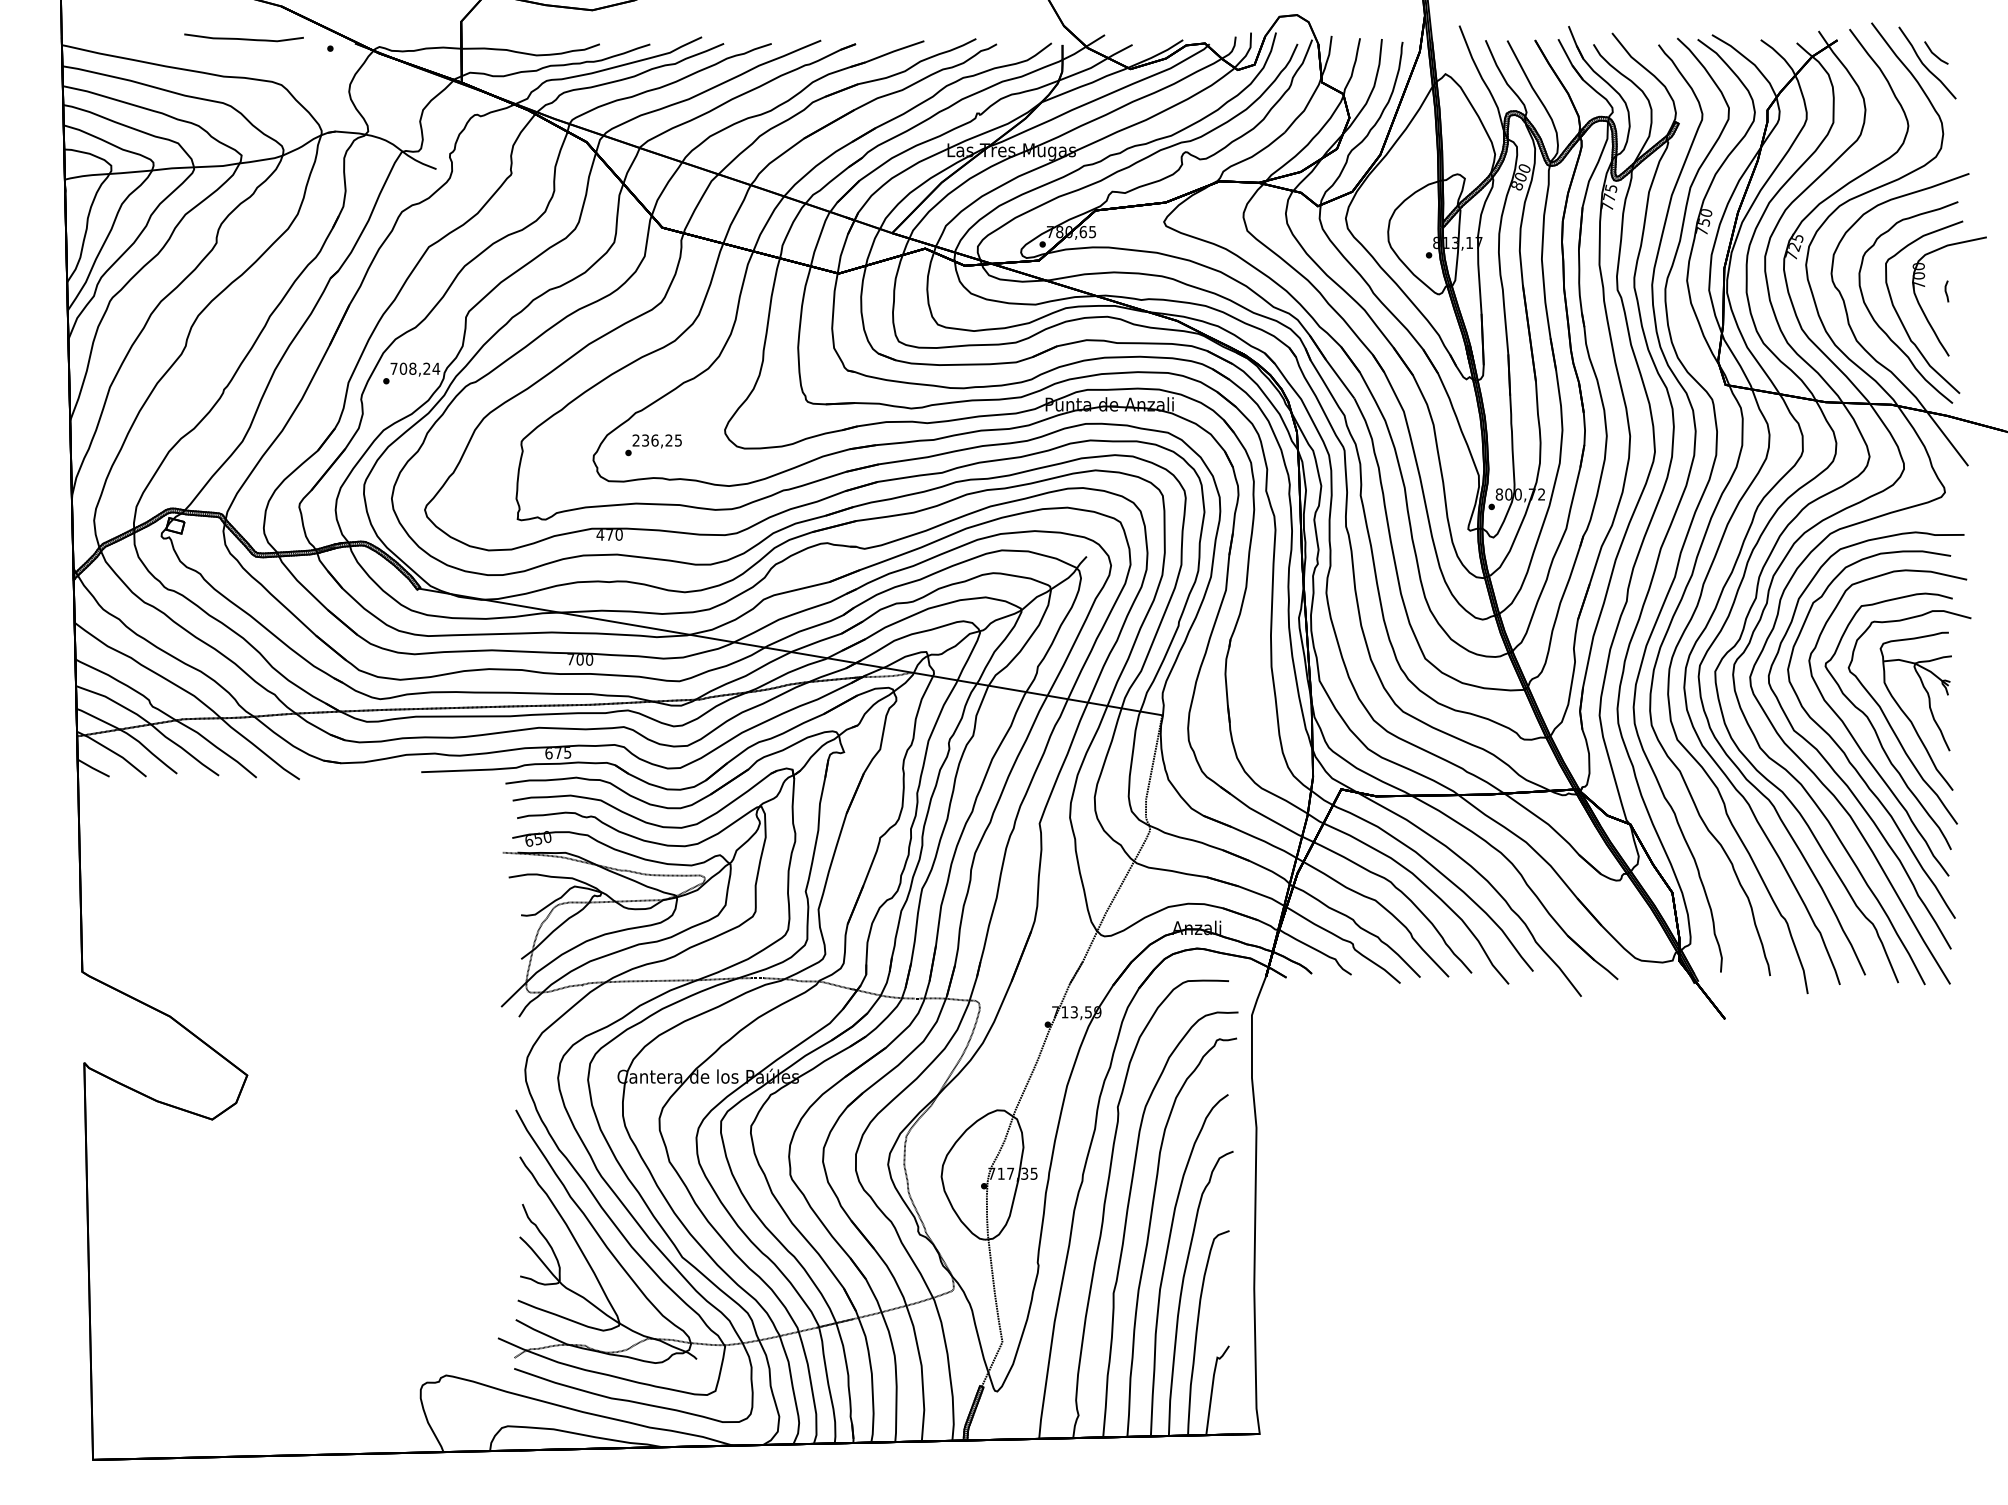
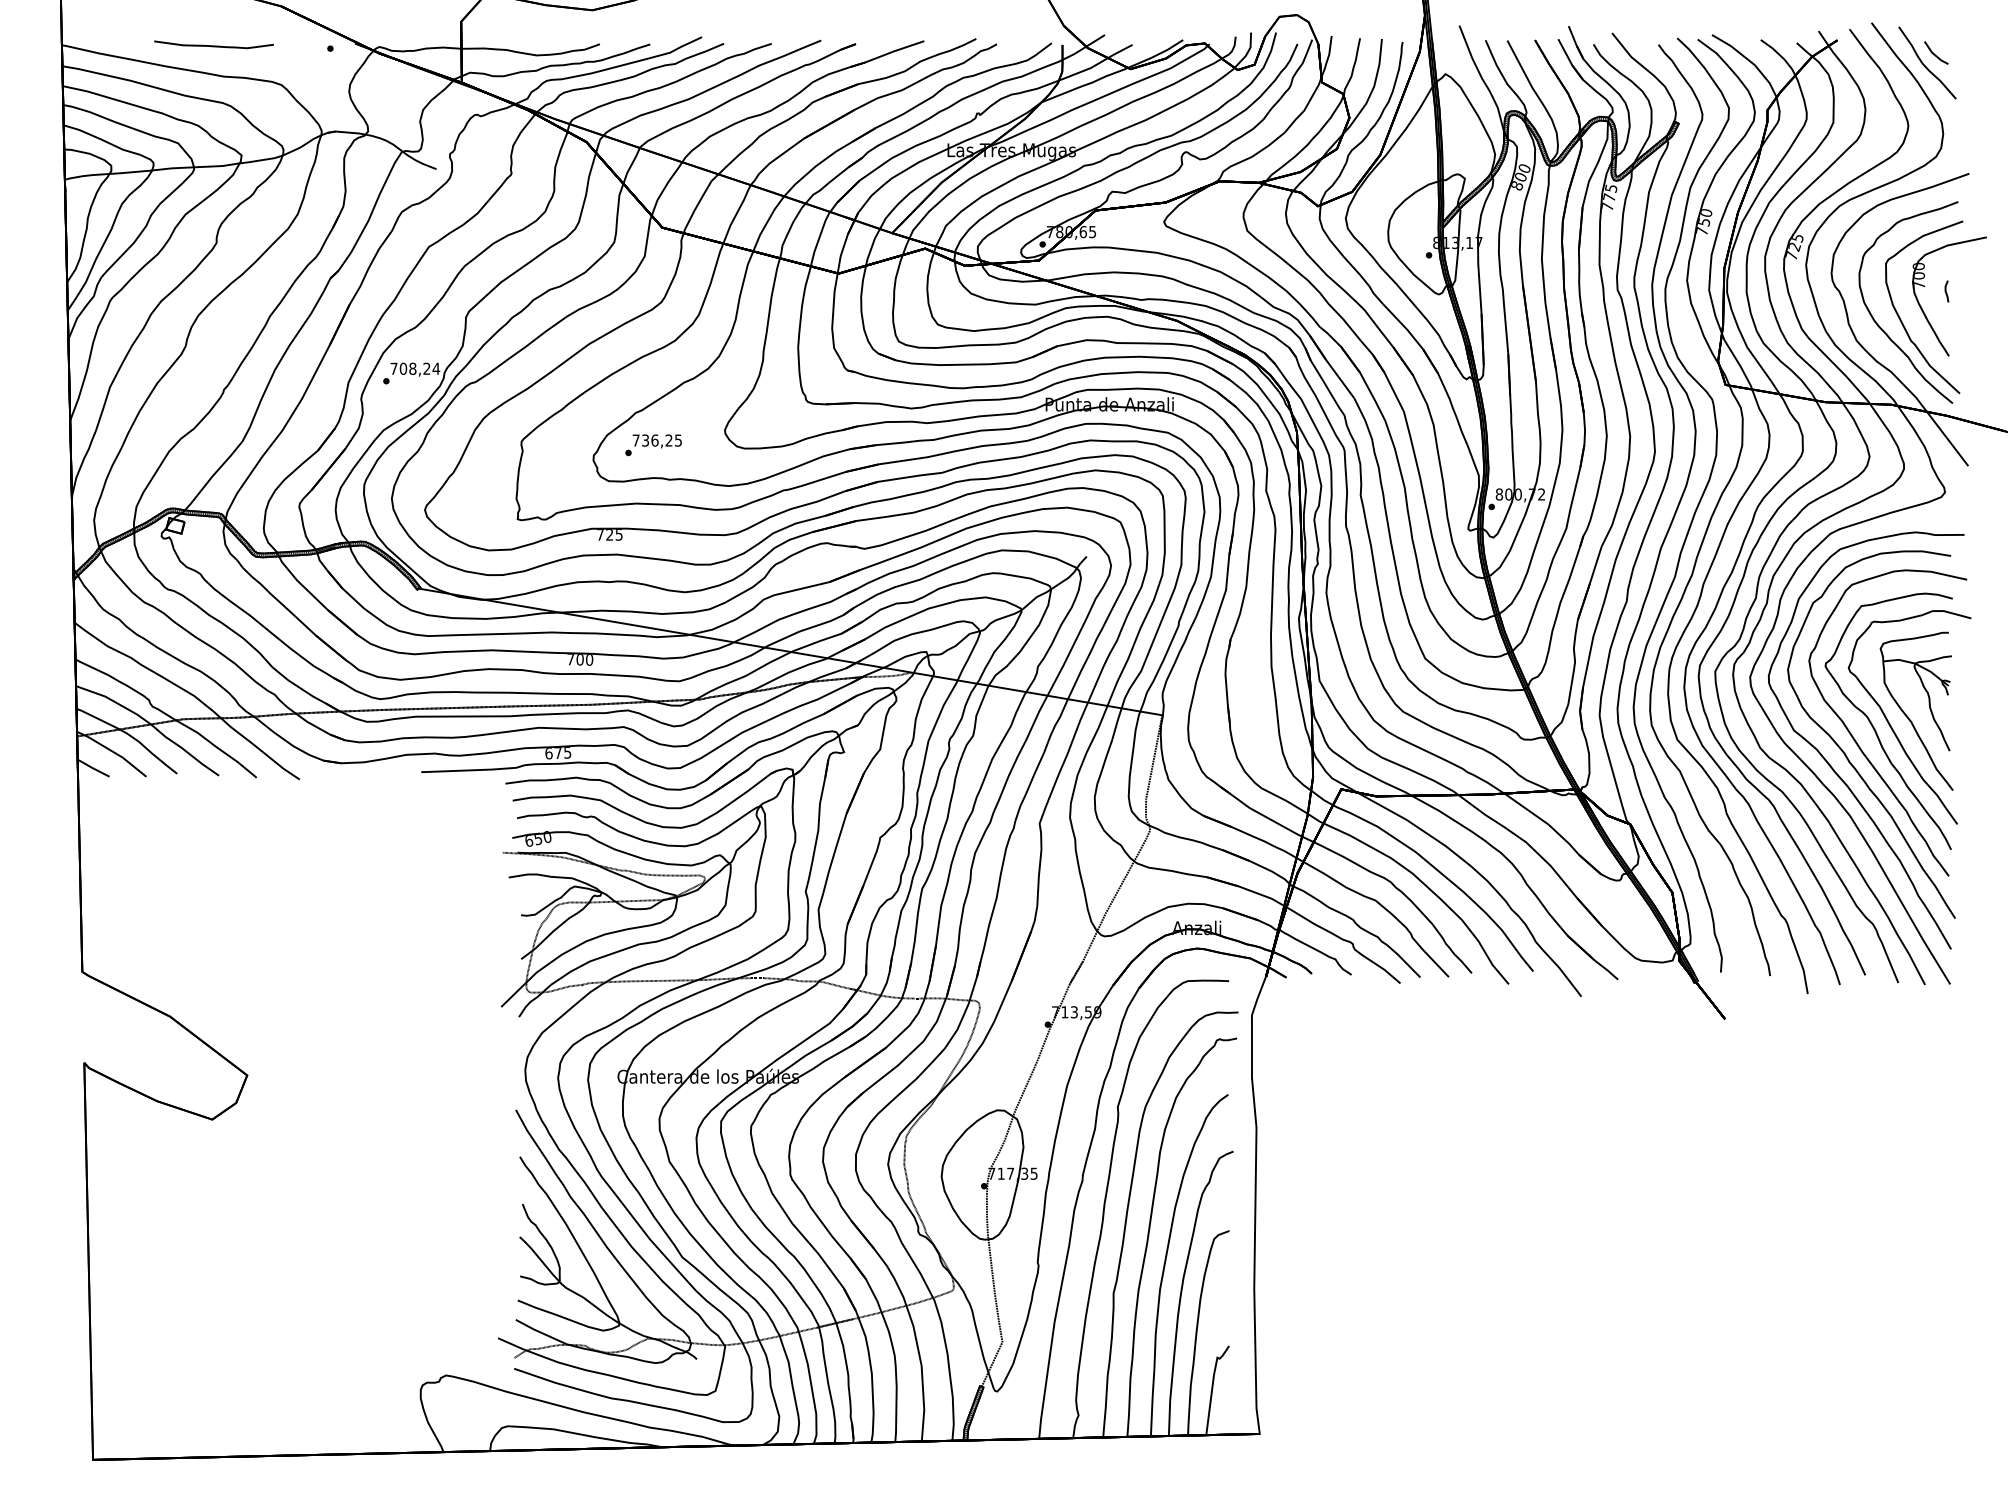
curve at (243, 38) position: (243, 38) -> (213, 45)
text at (635, 440): 236,25 -> 736,25
text at (609, 534): 470 -> 725
